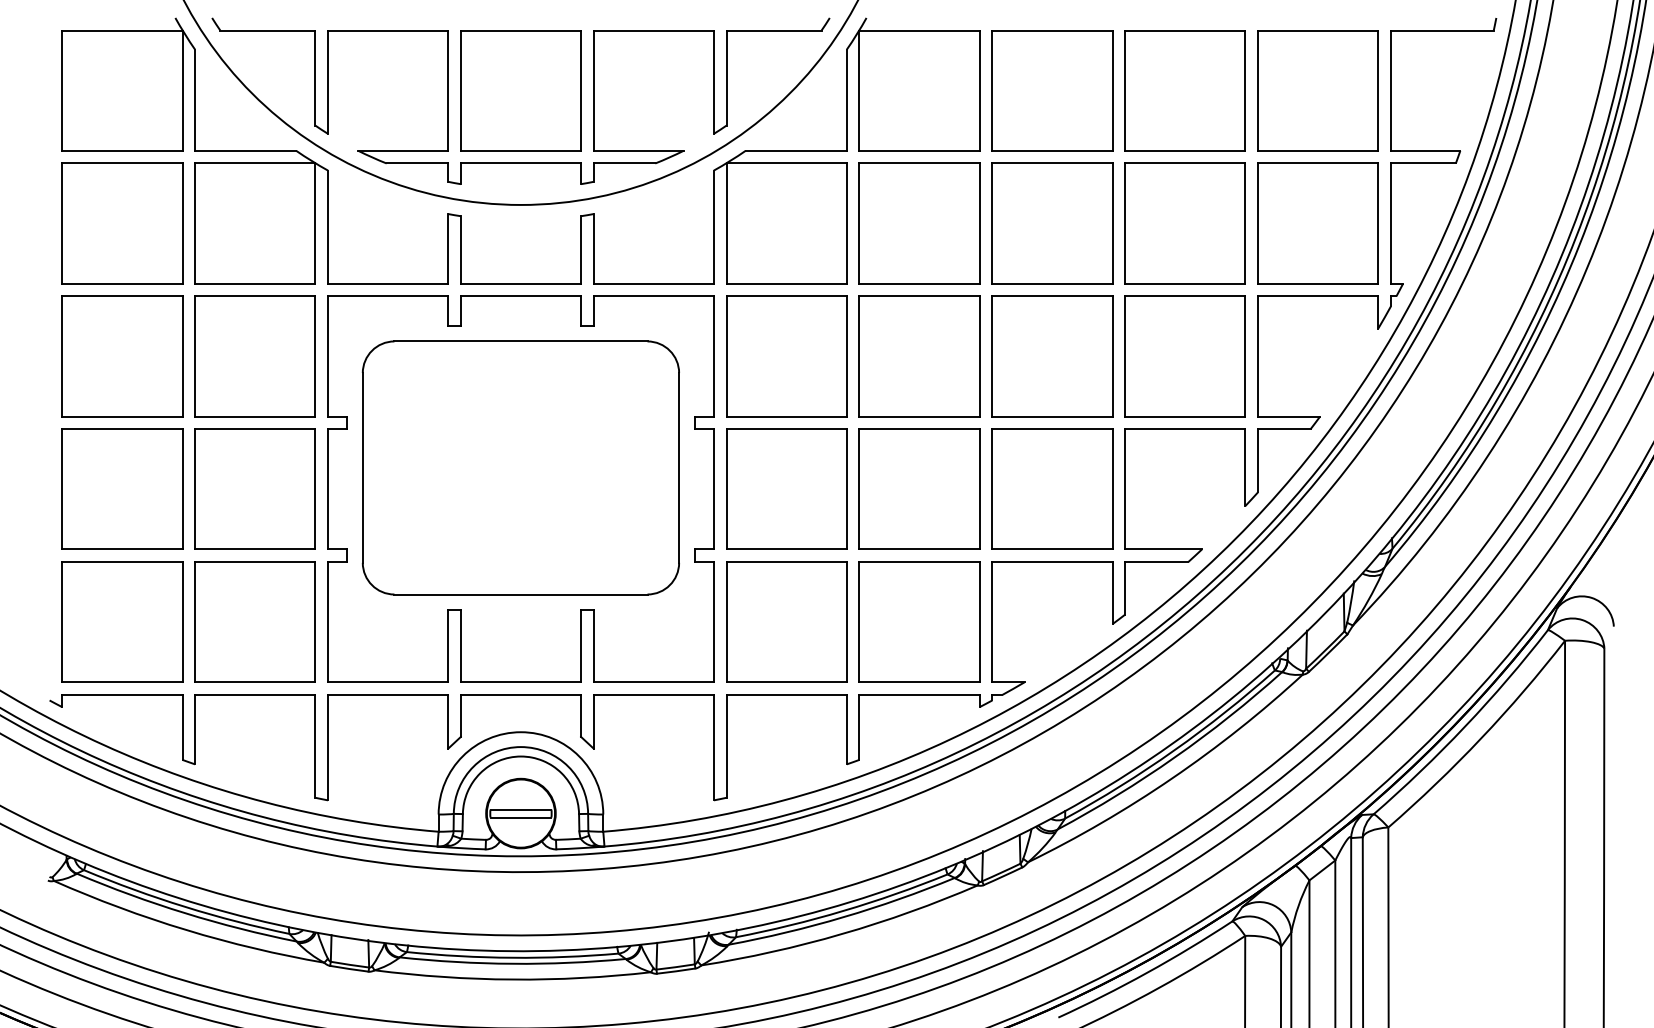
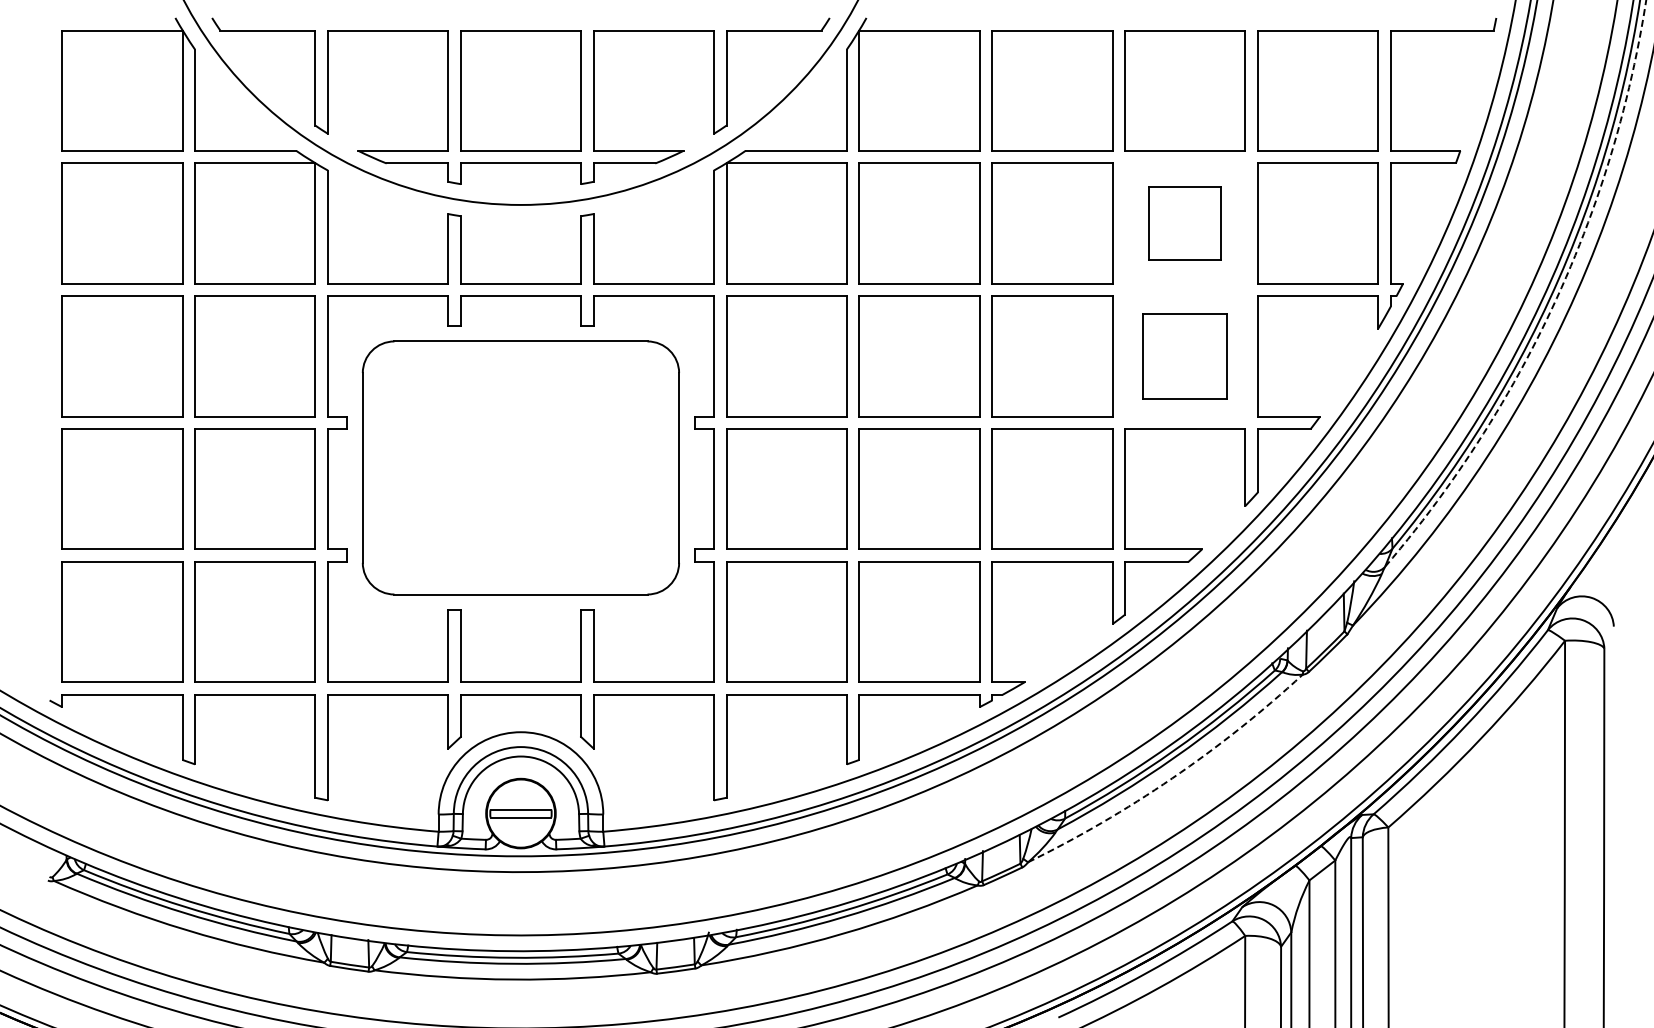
part at (1184, 223) size: 122x123 px -> 74x75 px
arc at (1555, 300): solid -> dashed
part at (1184, 356) size: 122x123 px -> 86x87 px
arc at (1172, 778): solid -> dashed
